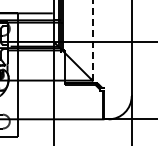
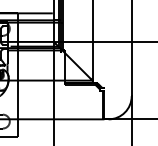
line at (92, 40): dashed -> solid
